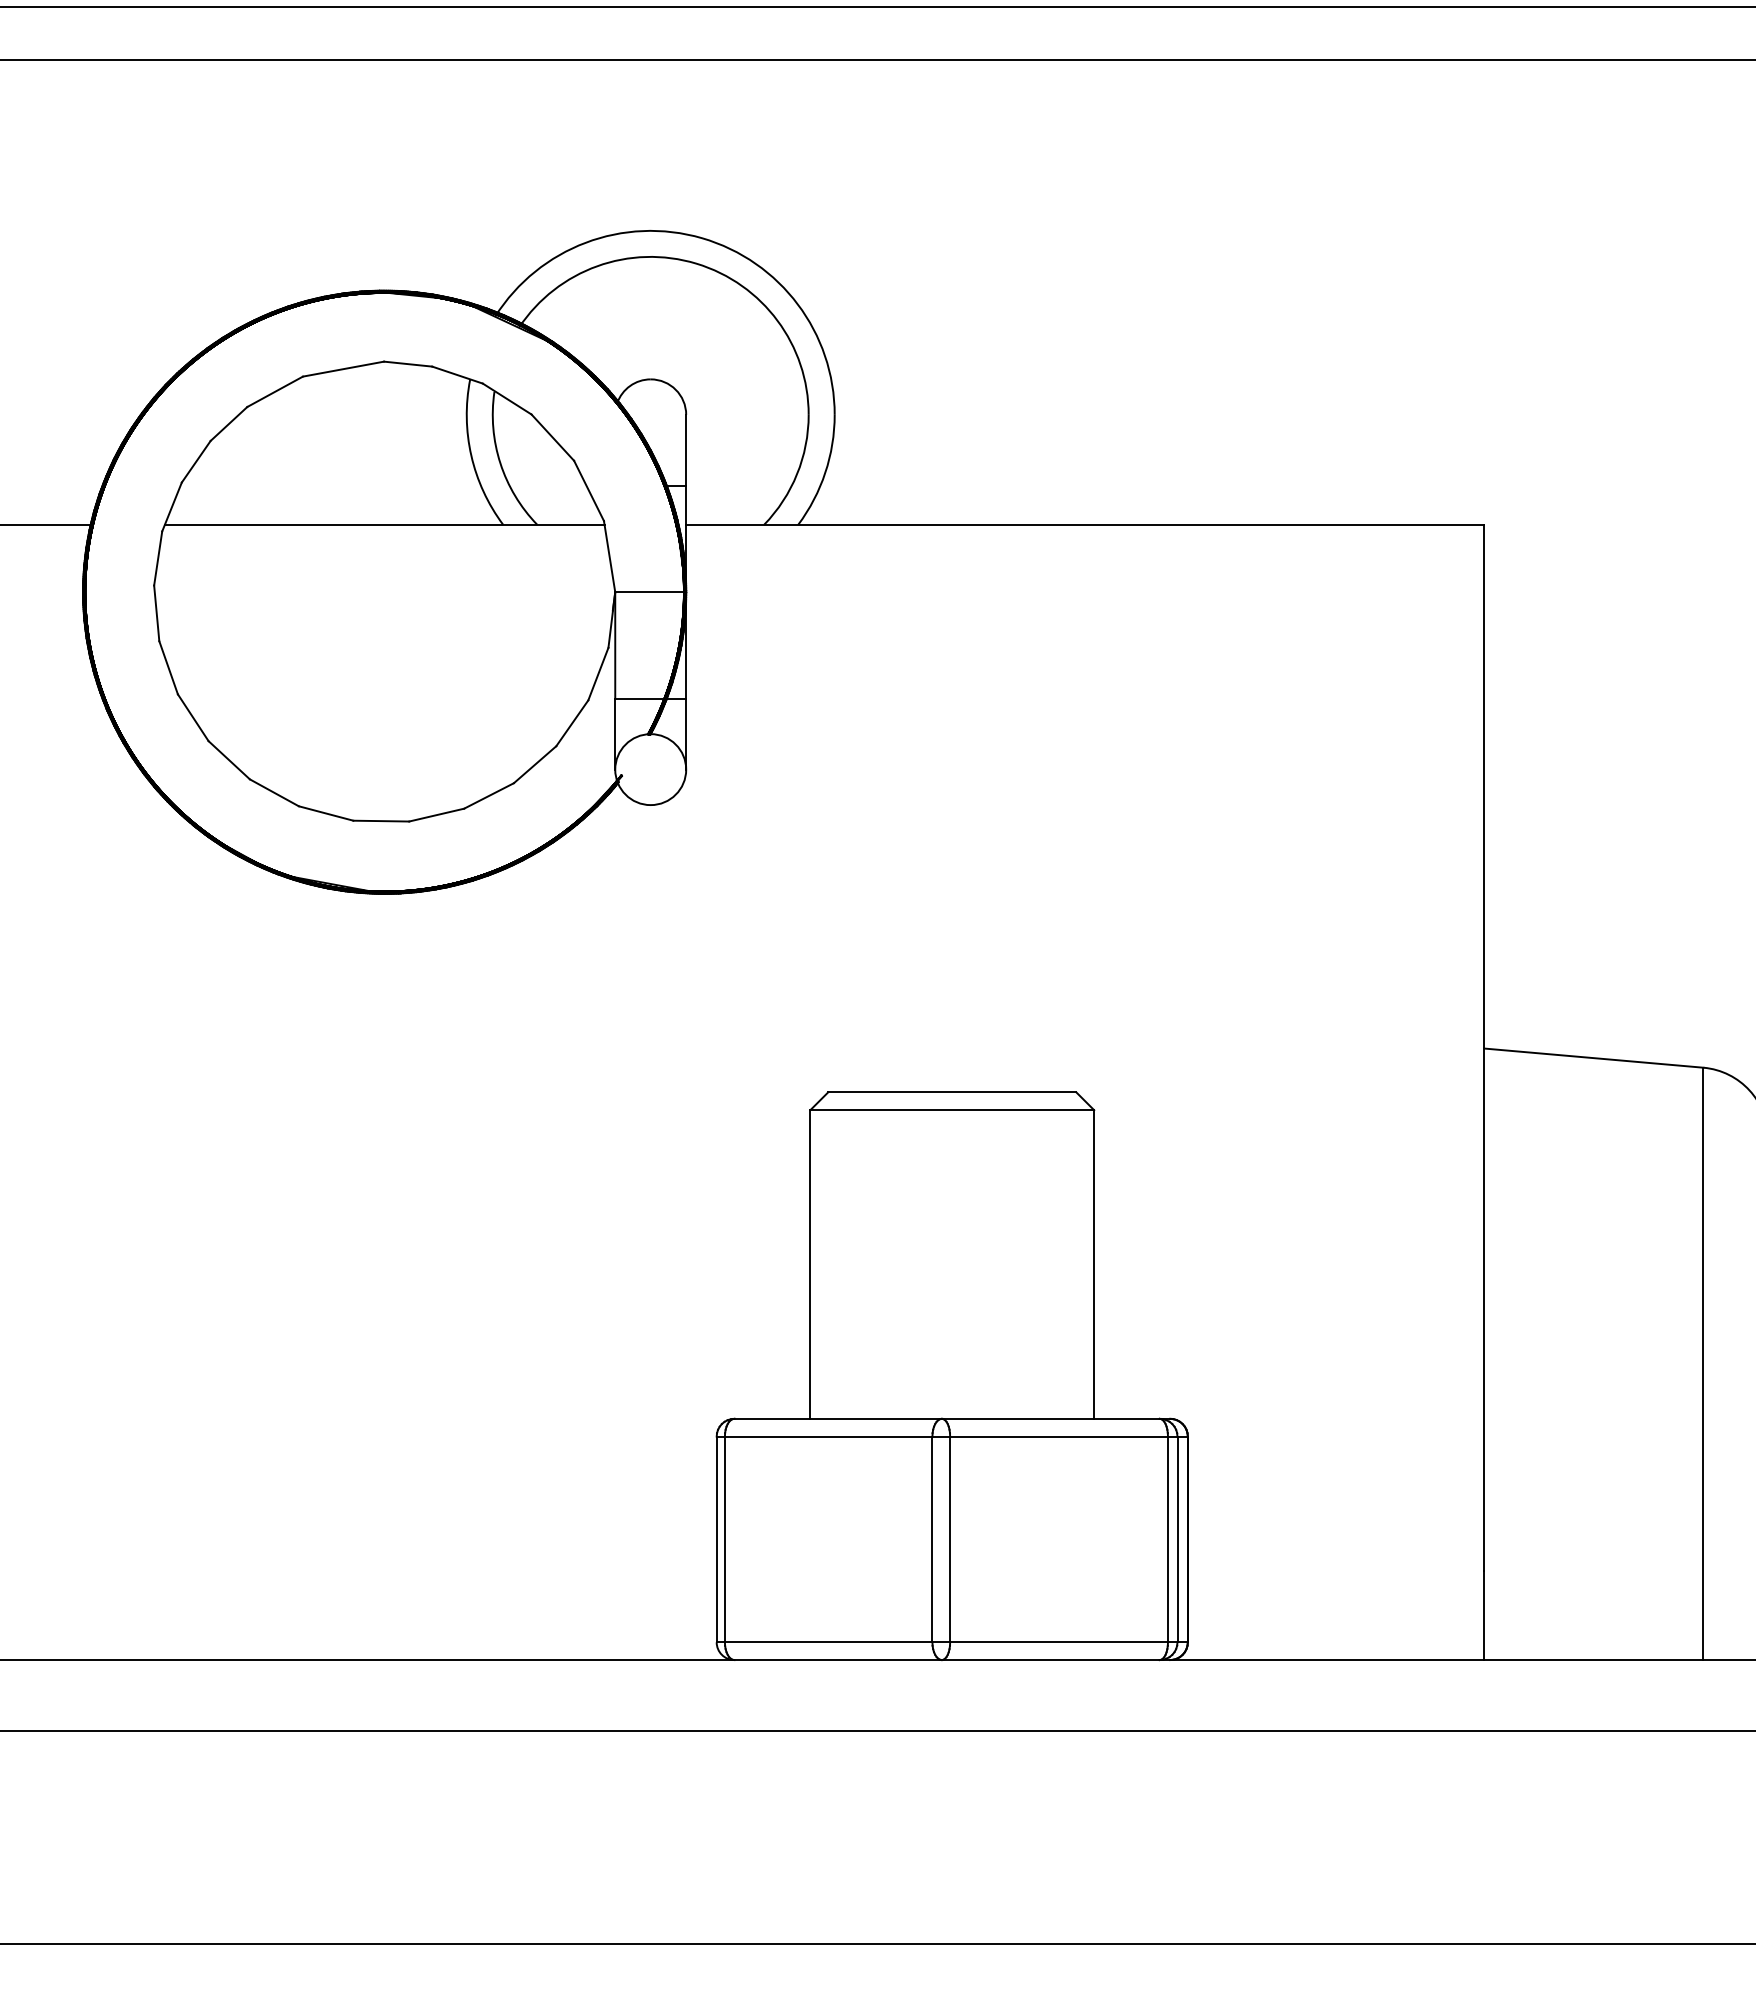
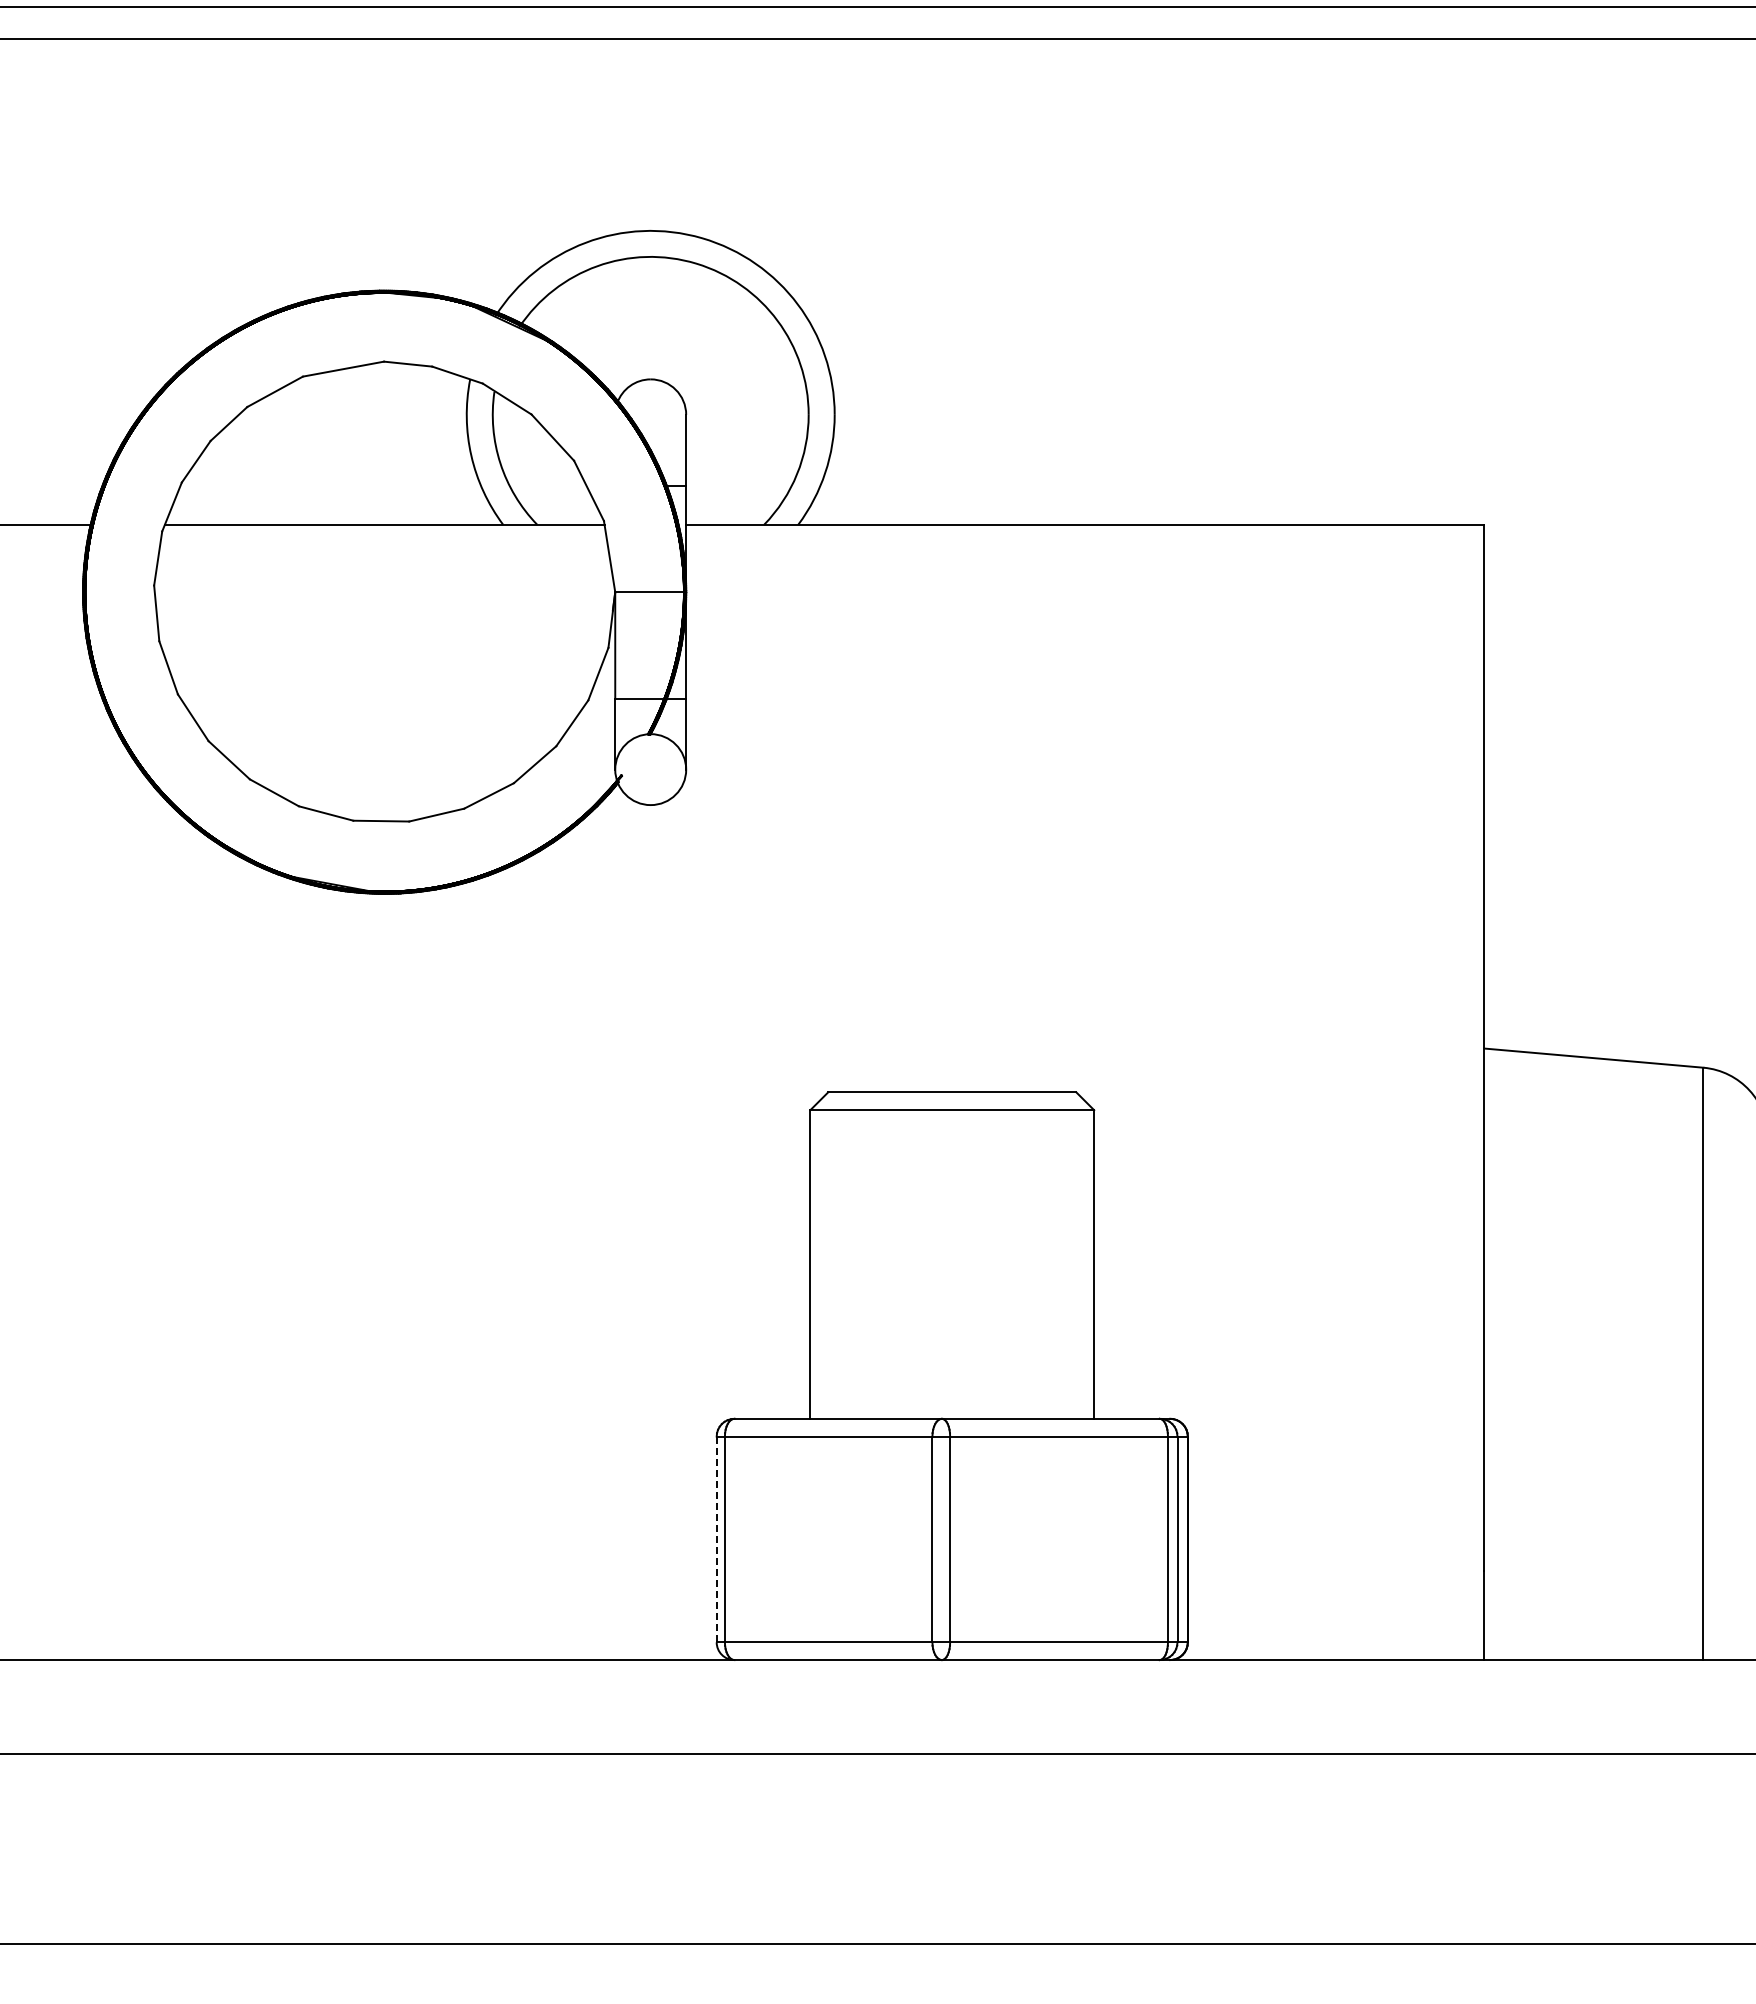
line at (877, 60) position: (877, 60) -> (877, 39)
line at (716, 1539): solid -> dashed
line at (877, 1731) position: (877, 1731) -> (877, 1754)
